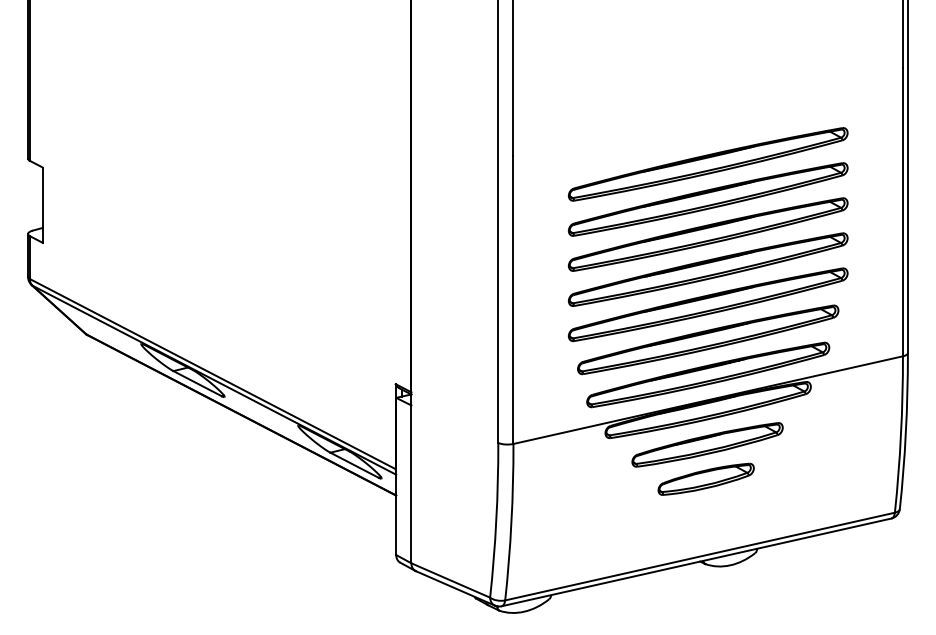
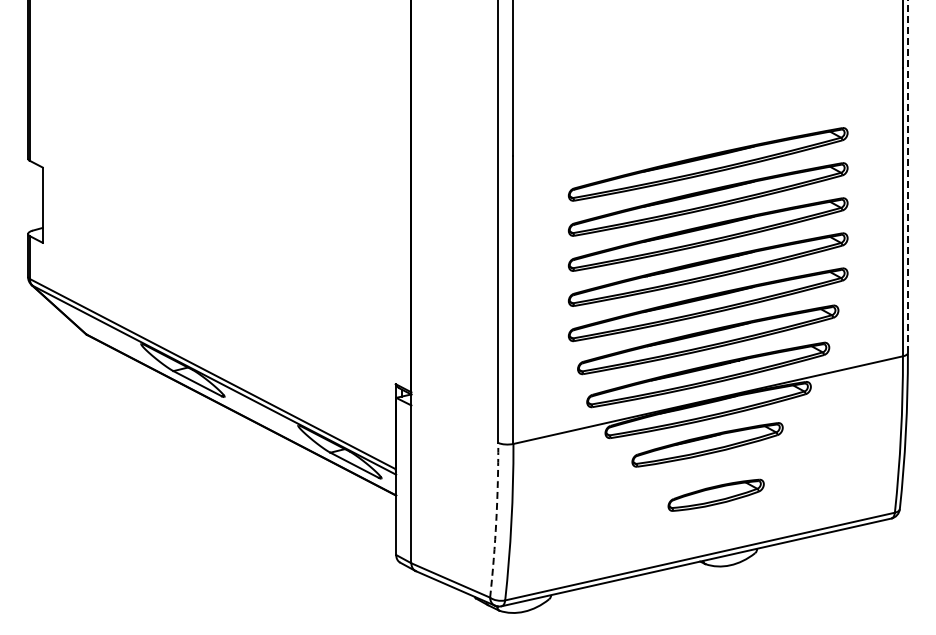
line at (907, 176): solid -> dashed
part at (705, 478) position: (705, 478) -> (715, 494)
arc at (496, 520): solid -> dashed
